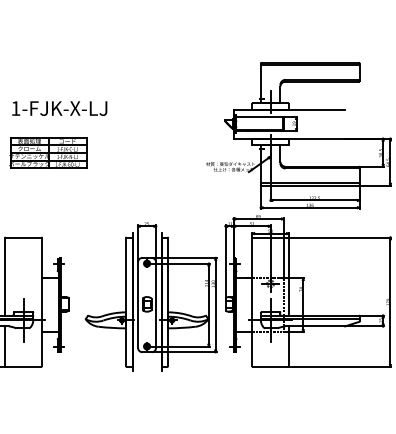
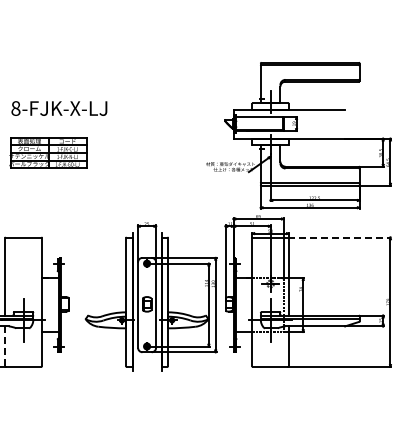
text at (15, 108): 1-FJK-X-LJ -> 8-FJK-X-LJ
line at (339, 237): solid -> dashed
line at (5, 346): solid -> dashed
